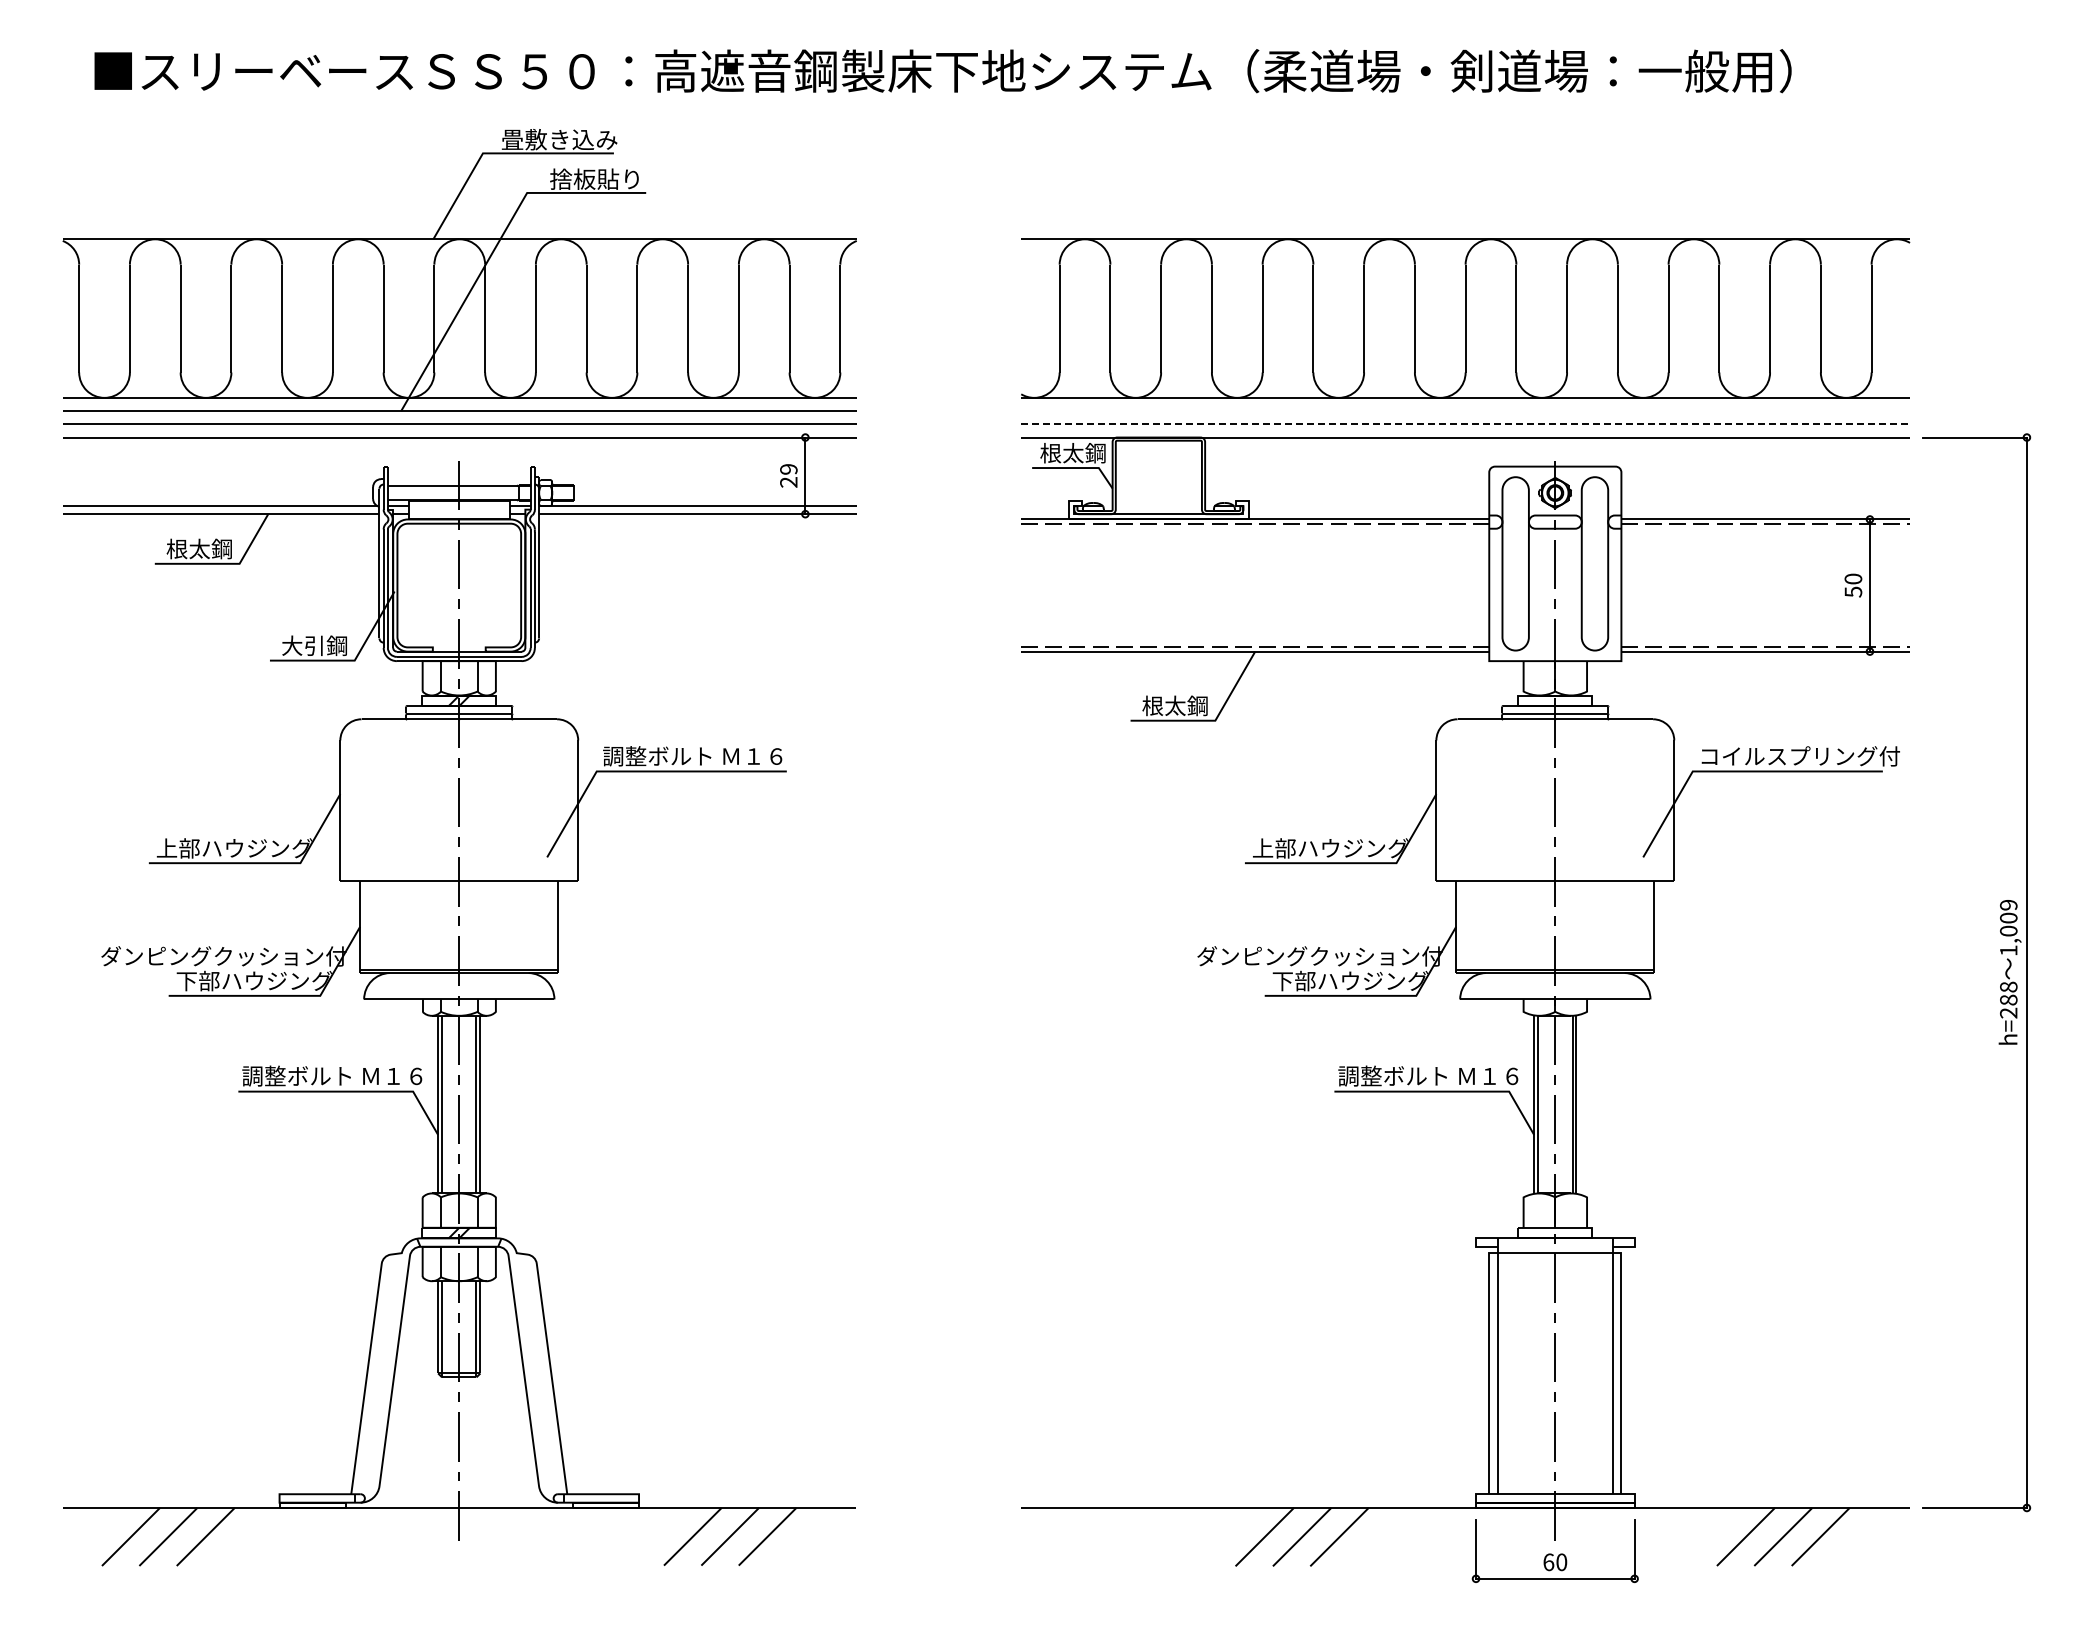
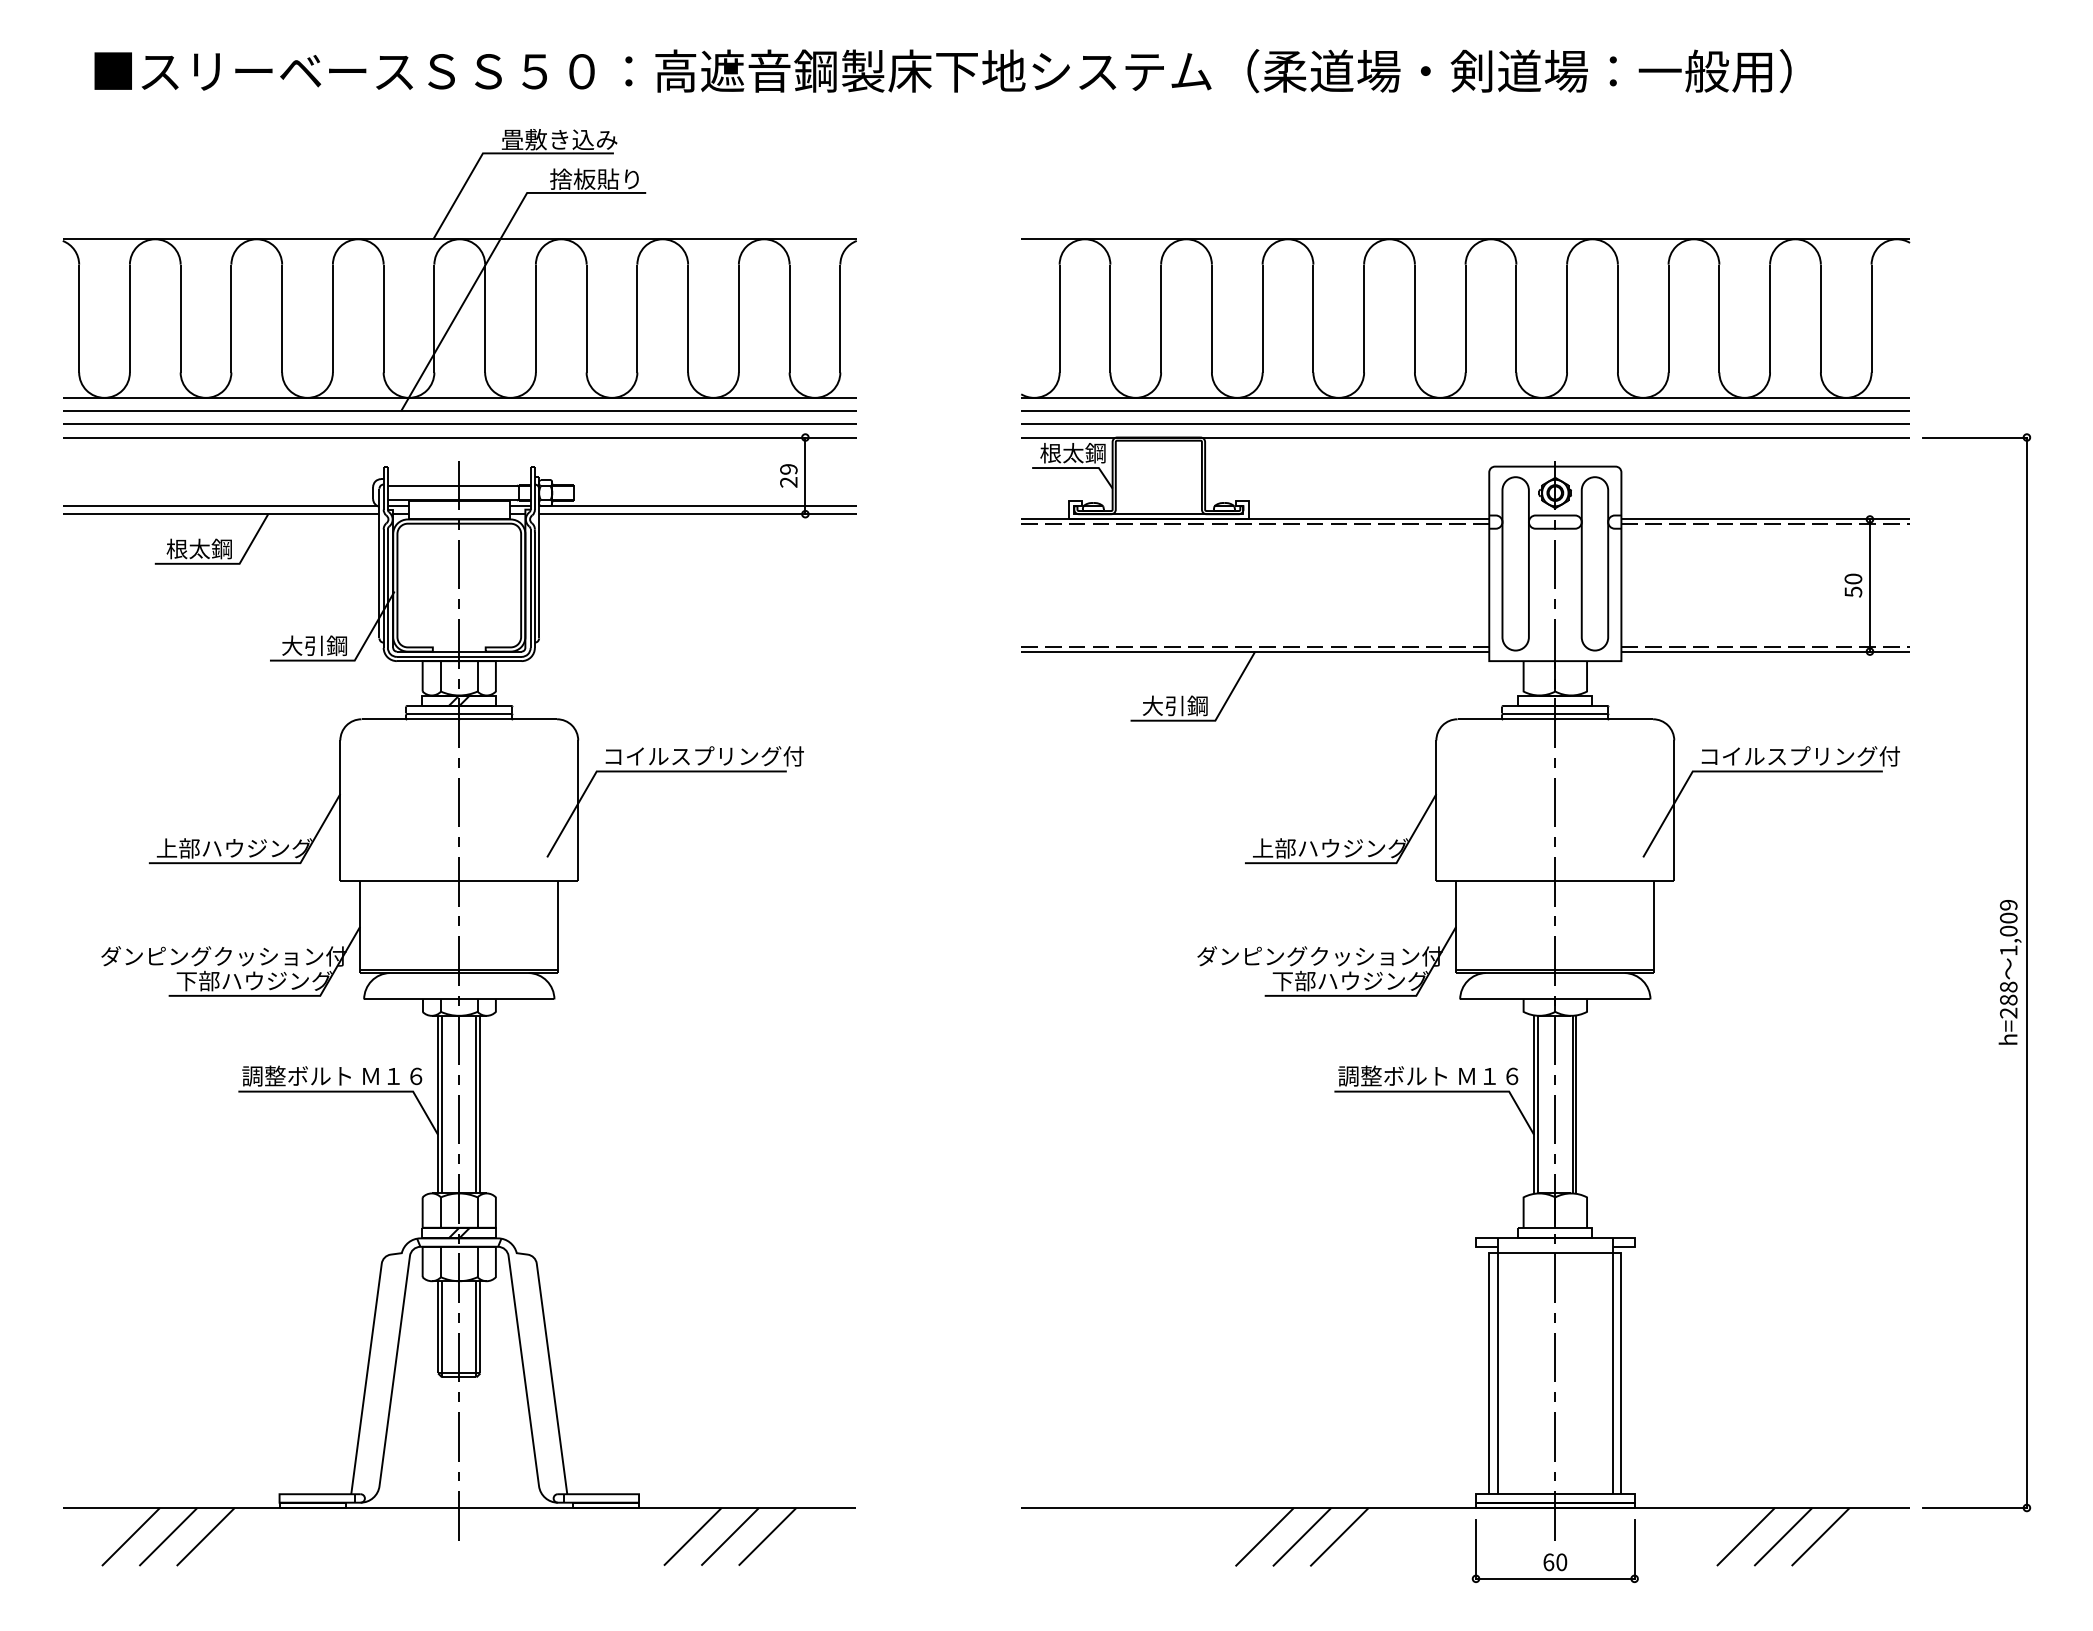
line at (1465, 410): none -> present
line at (1466, 424): dashed -> solid
text at (1163, 705): 根太鋼 -> 大引鋼
text at (703, 756): 調整ボルト Ｍ１６ -> コイルスプリング付
